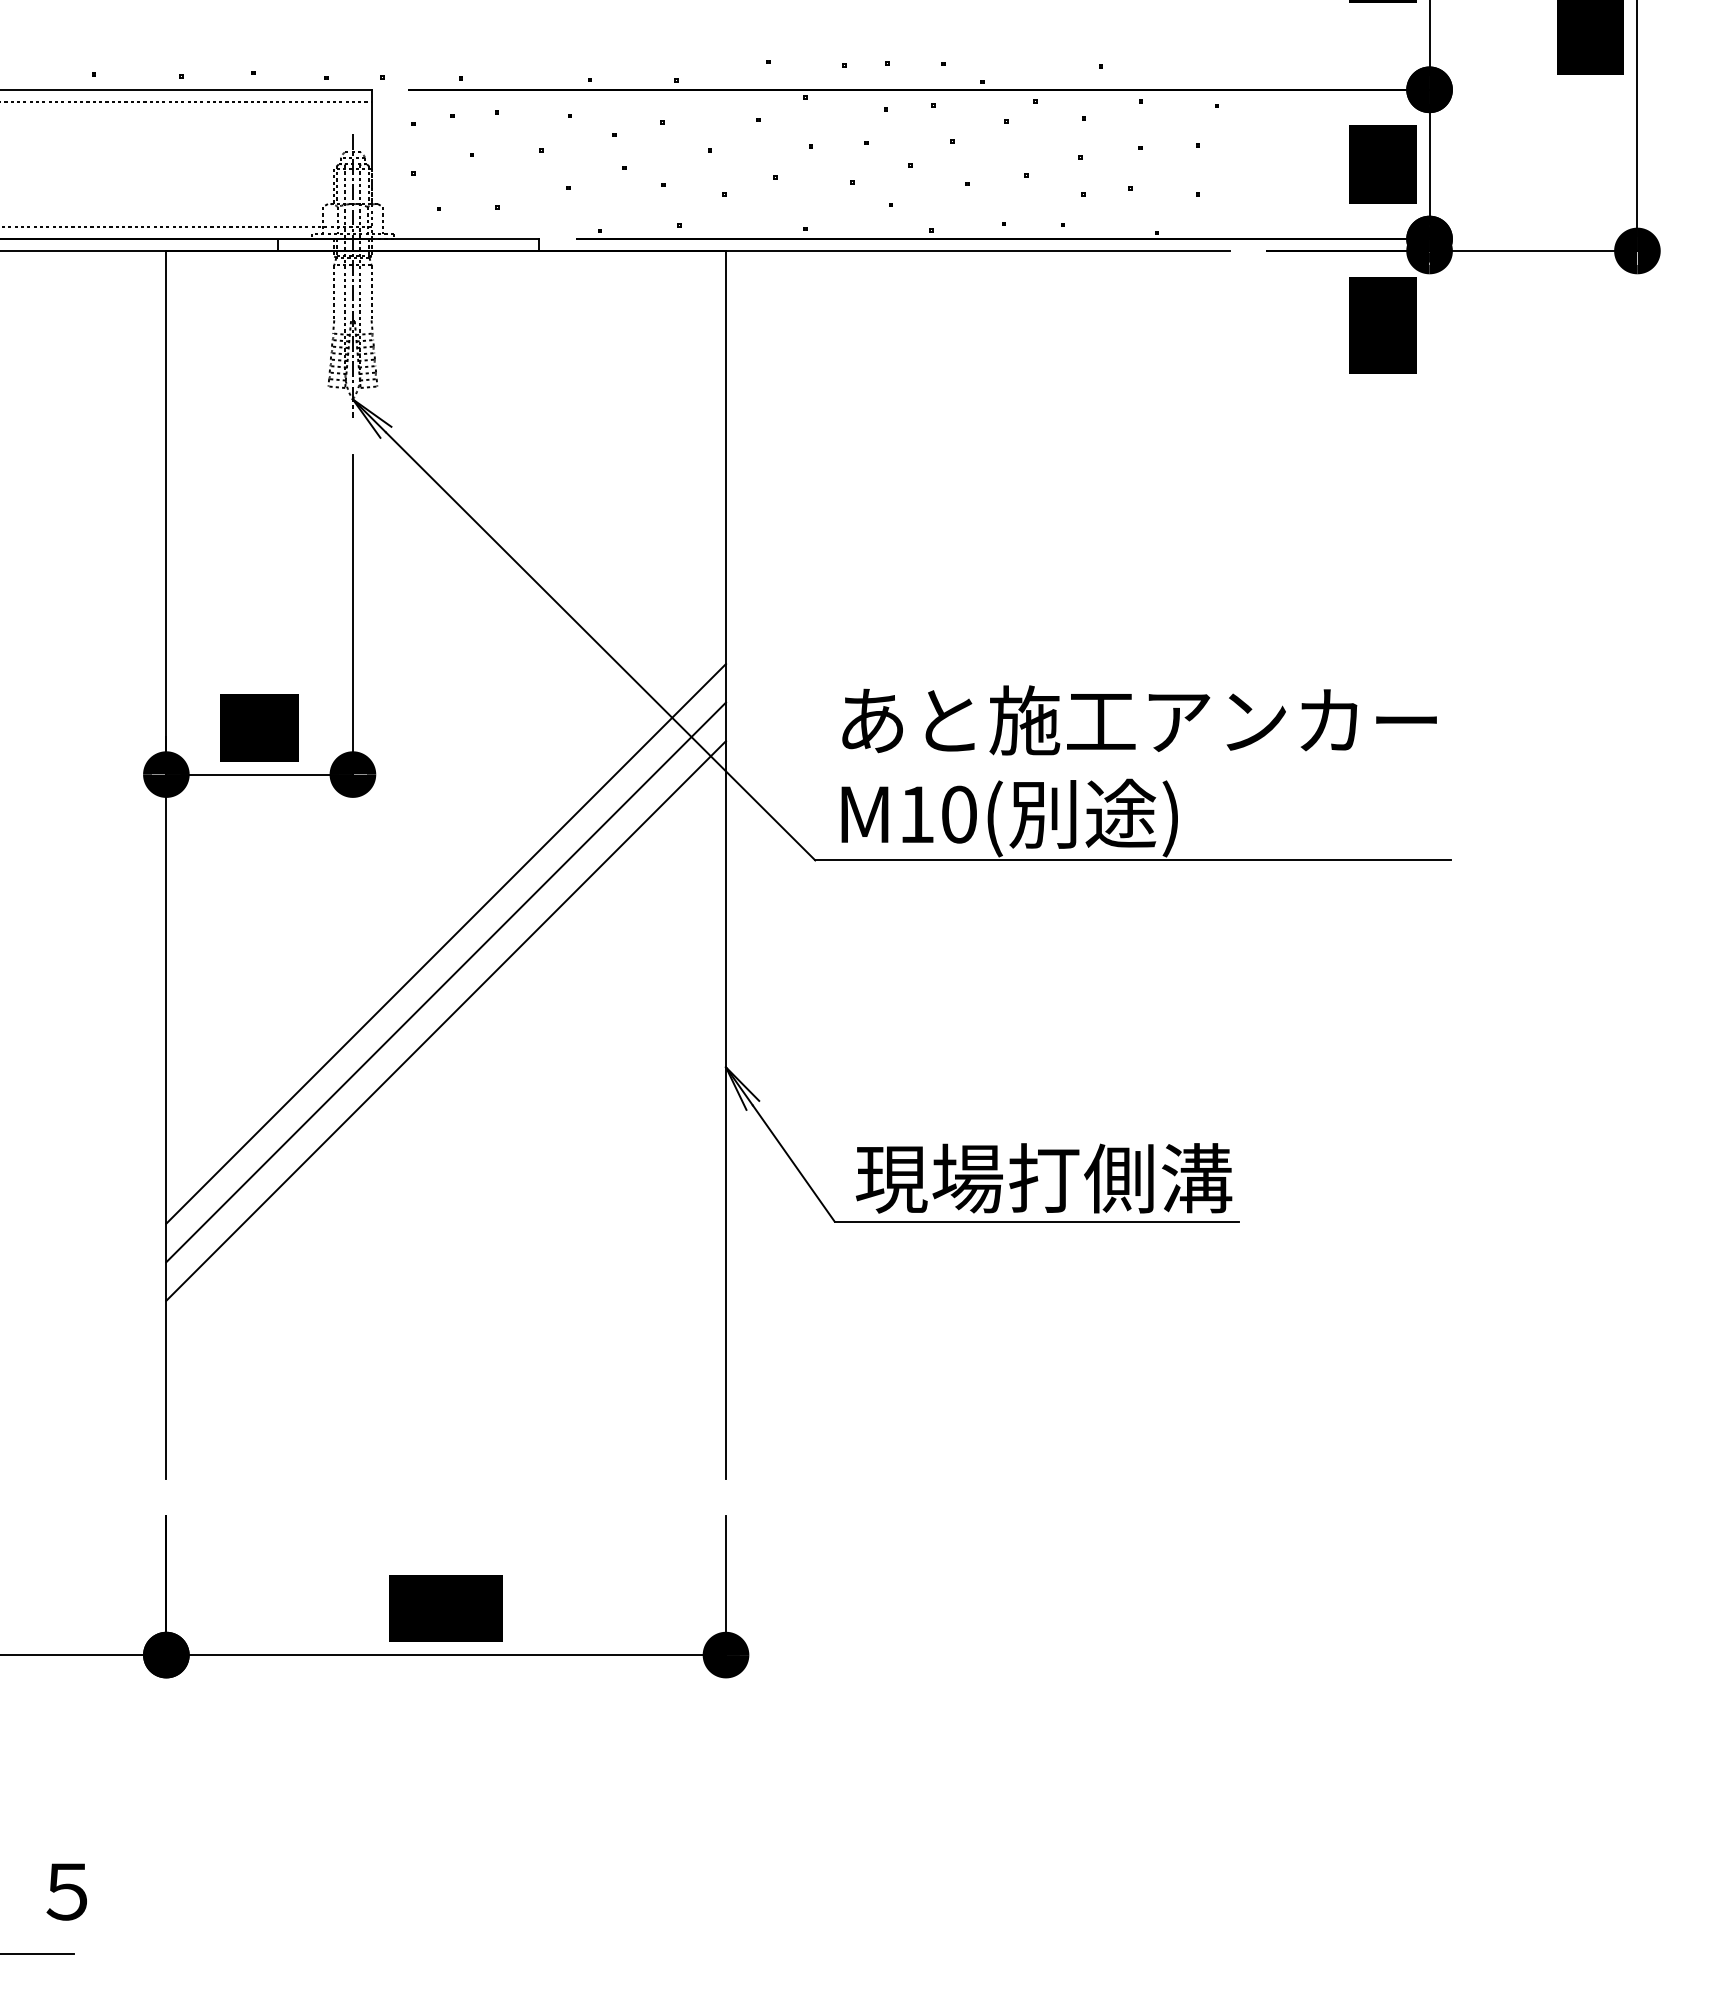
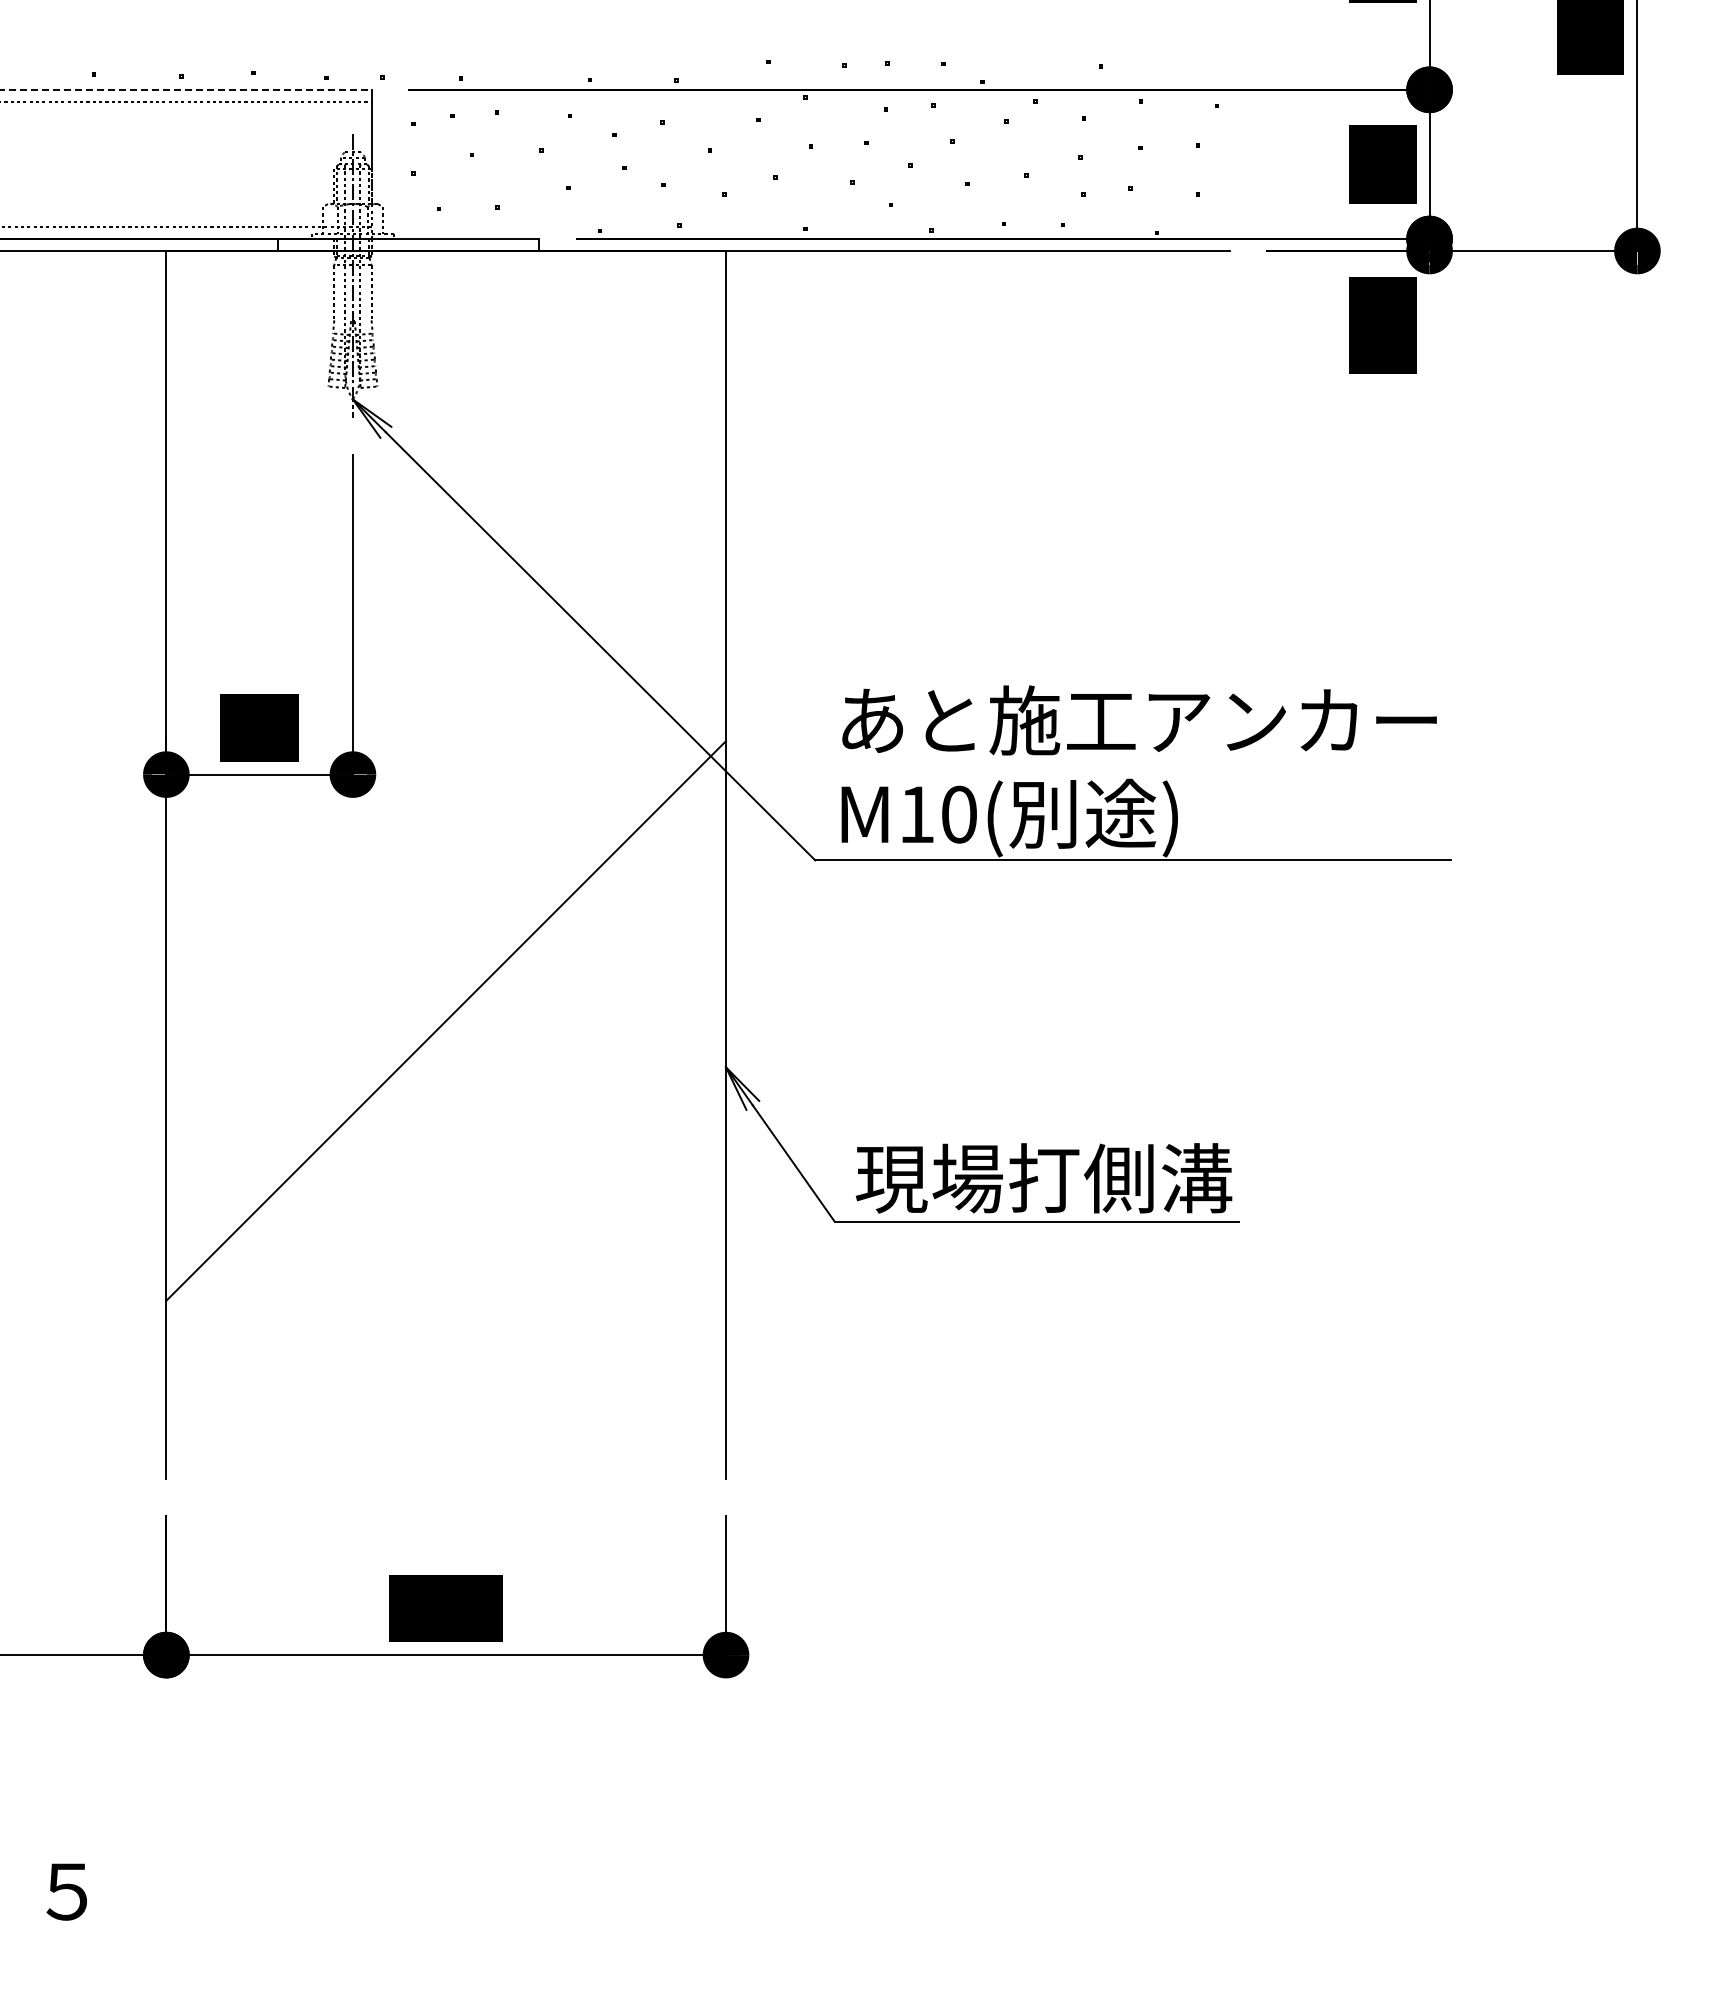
line at (186, 89): solid -> dashed
line at (446, 943): present -> none
line at (446, 982): present -> none
line at (38, 1953): present -> none
